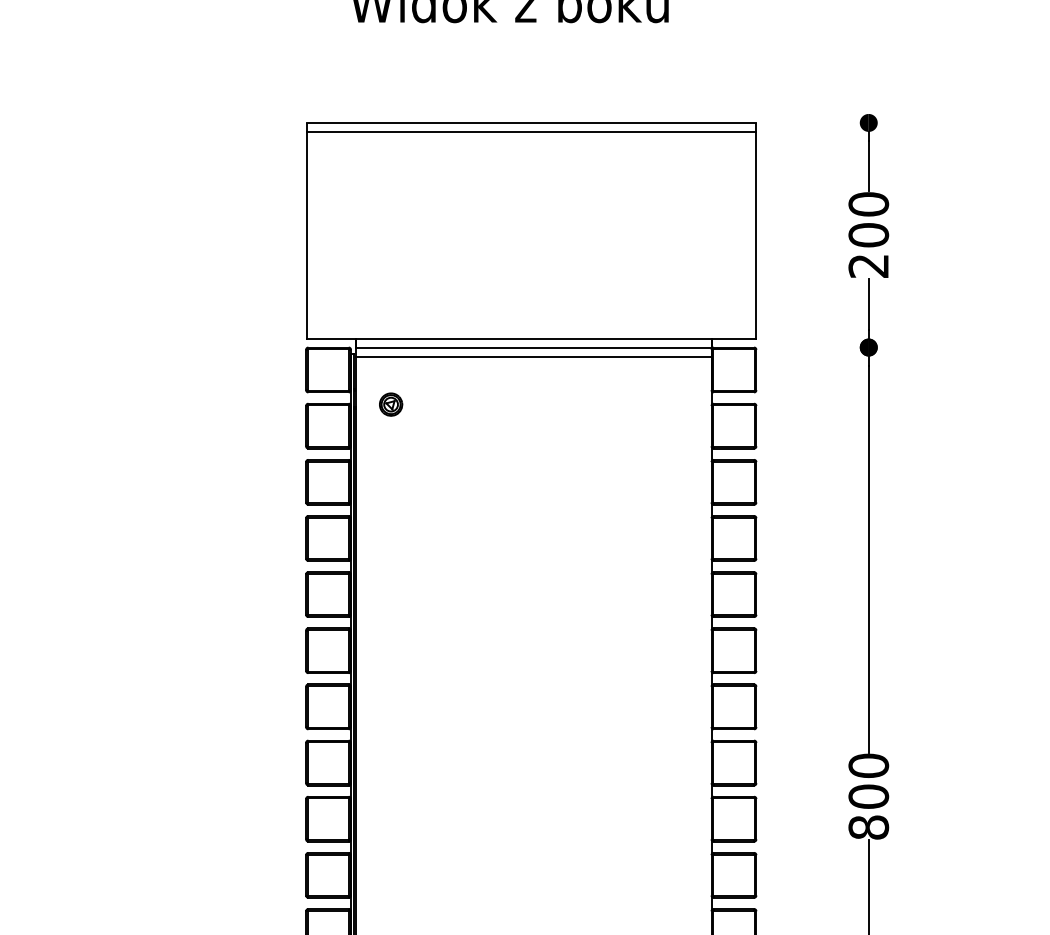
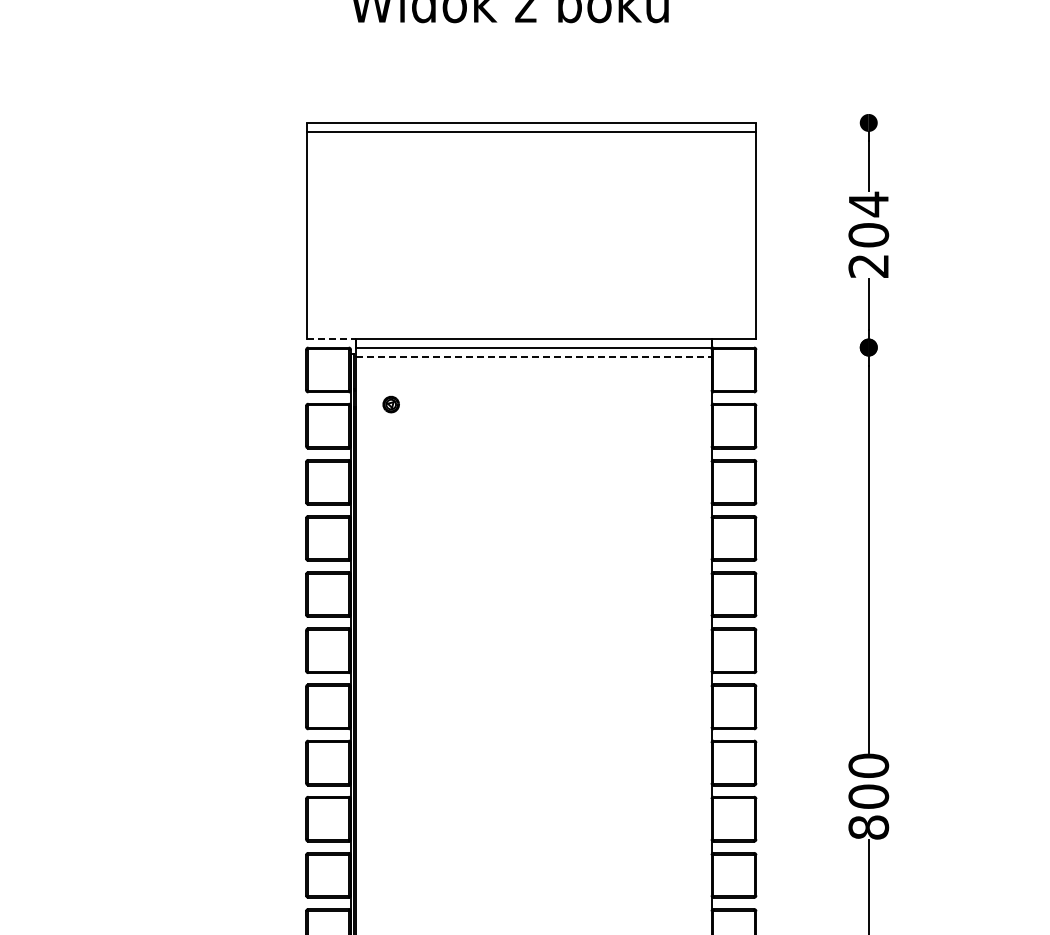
text at (868, 204): 200 -> 204
line at (331, 338): solid -> dashed
line at (533, 356): solid -> dashed
part at (391, 404) size: 25x25 px -> 18x19 px
